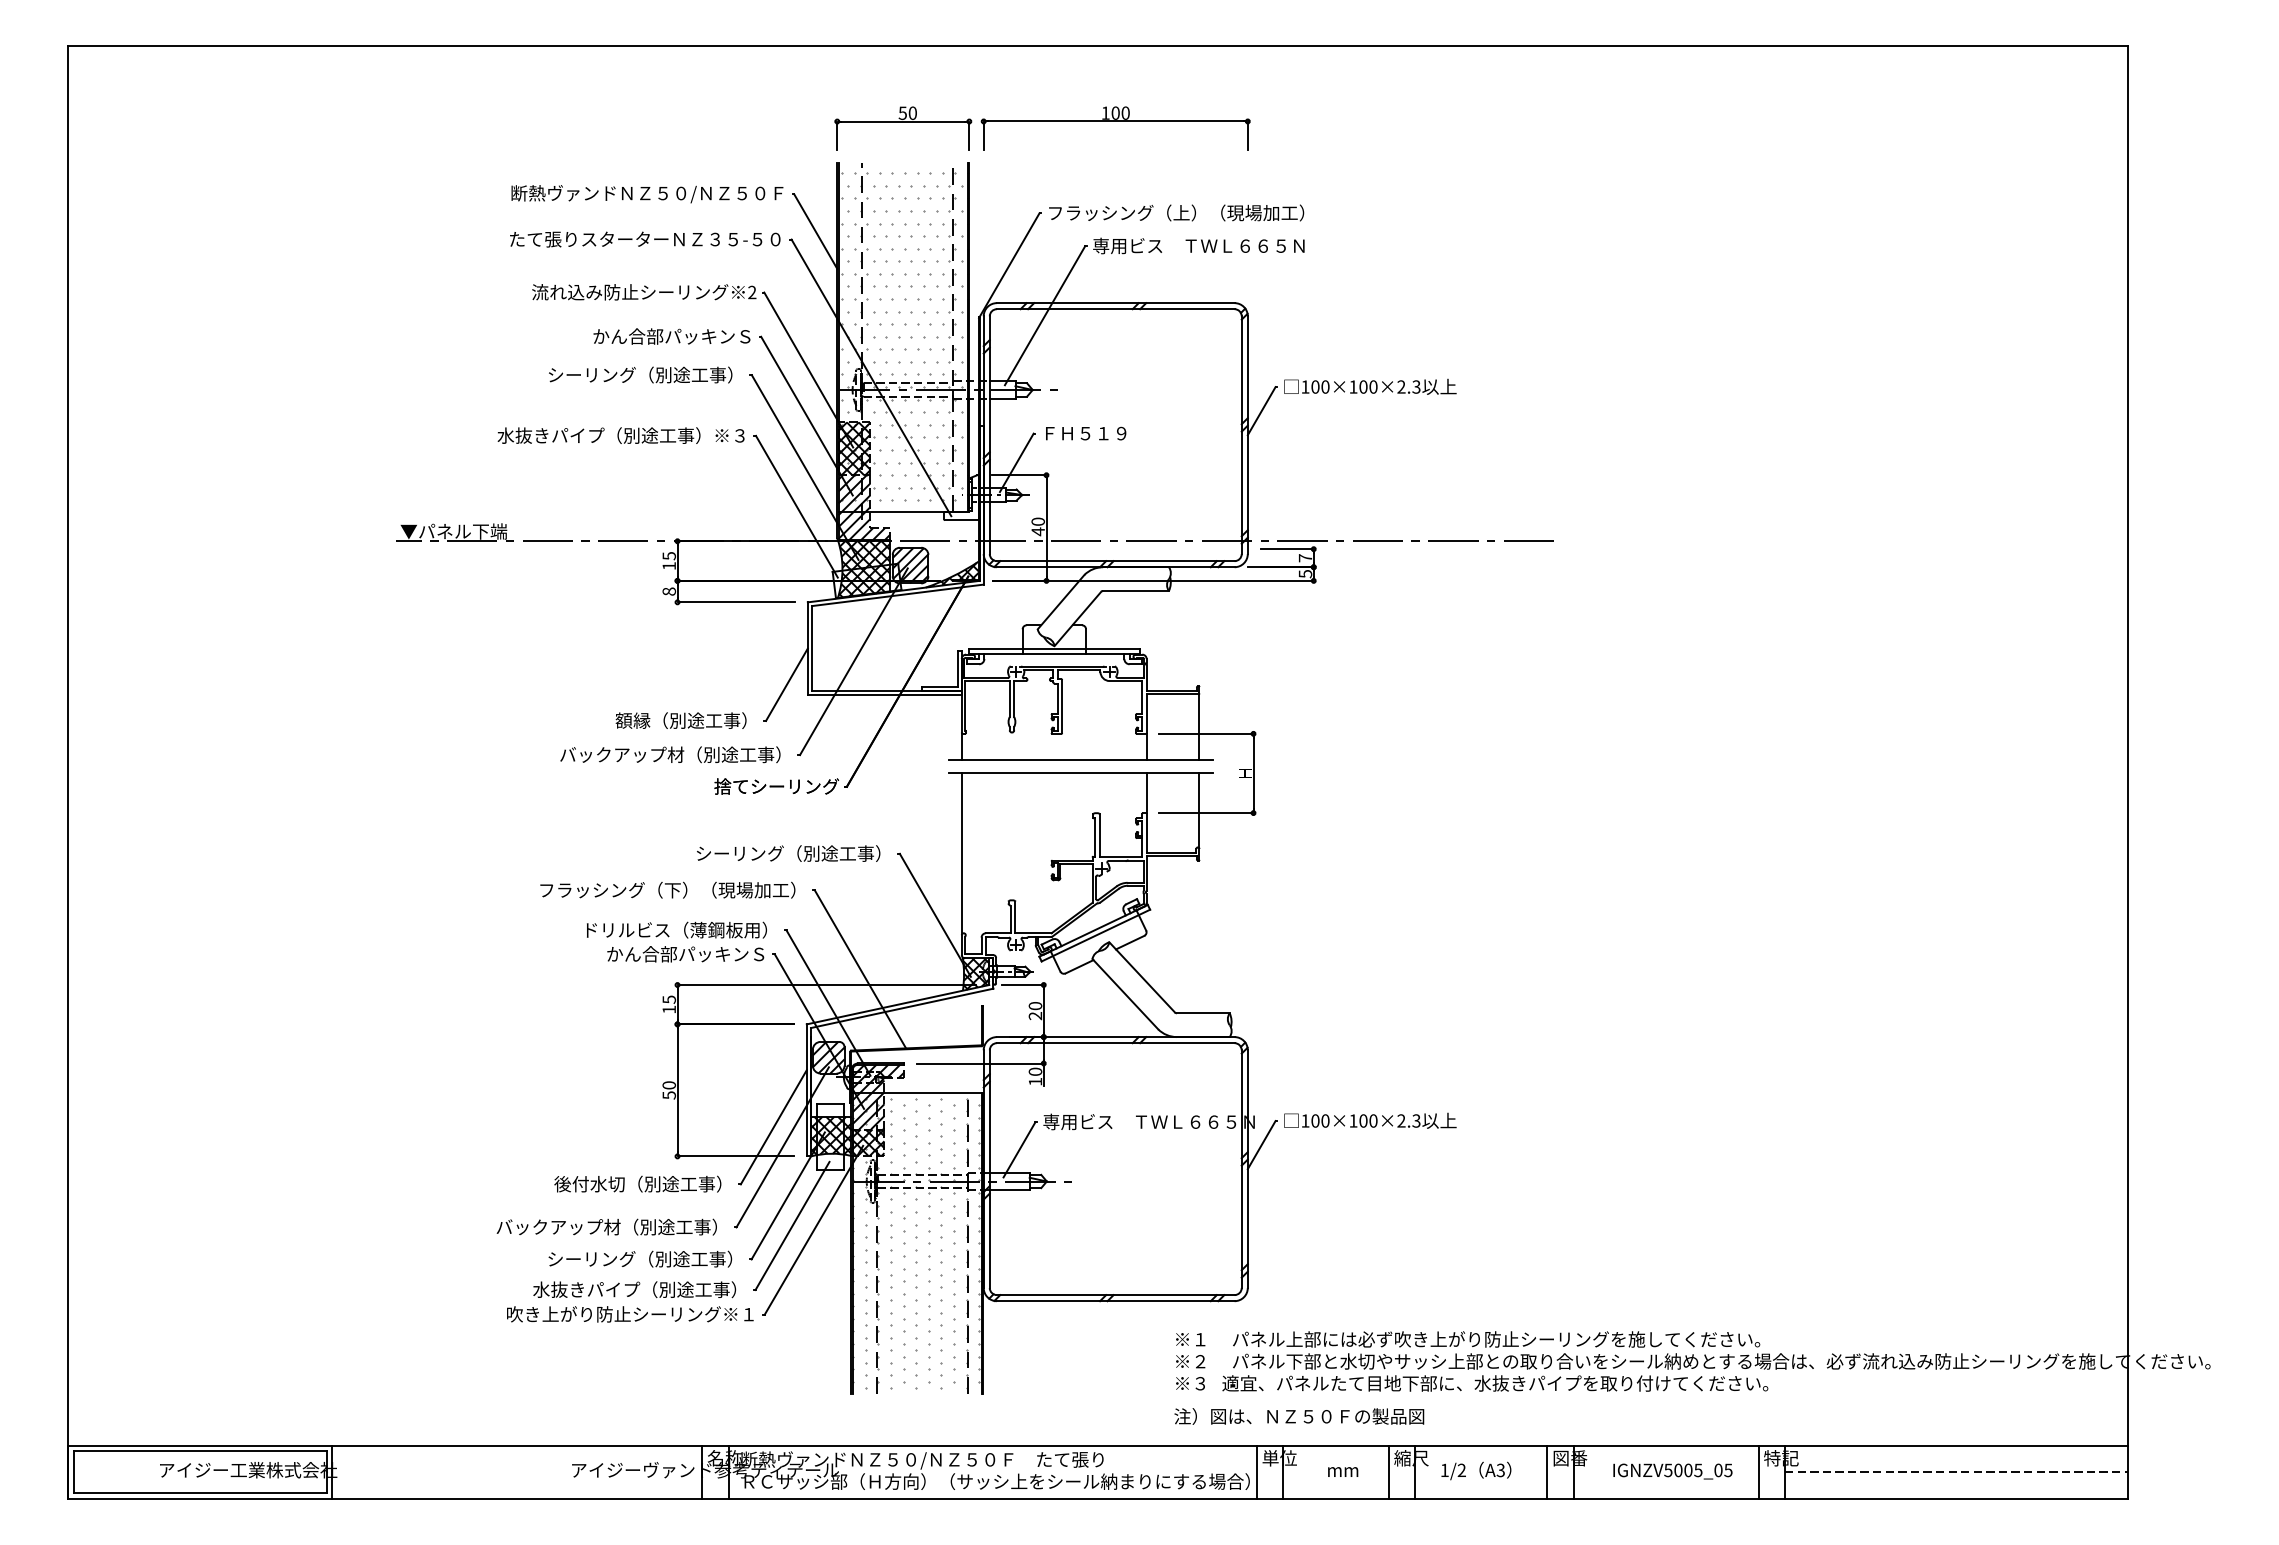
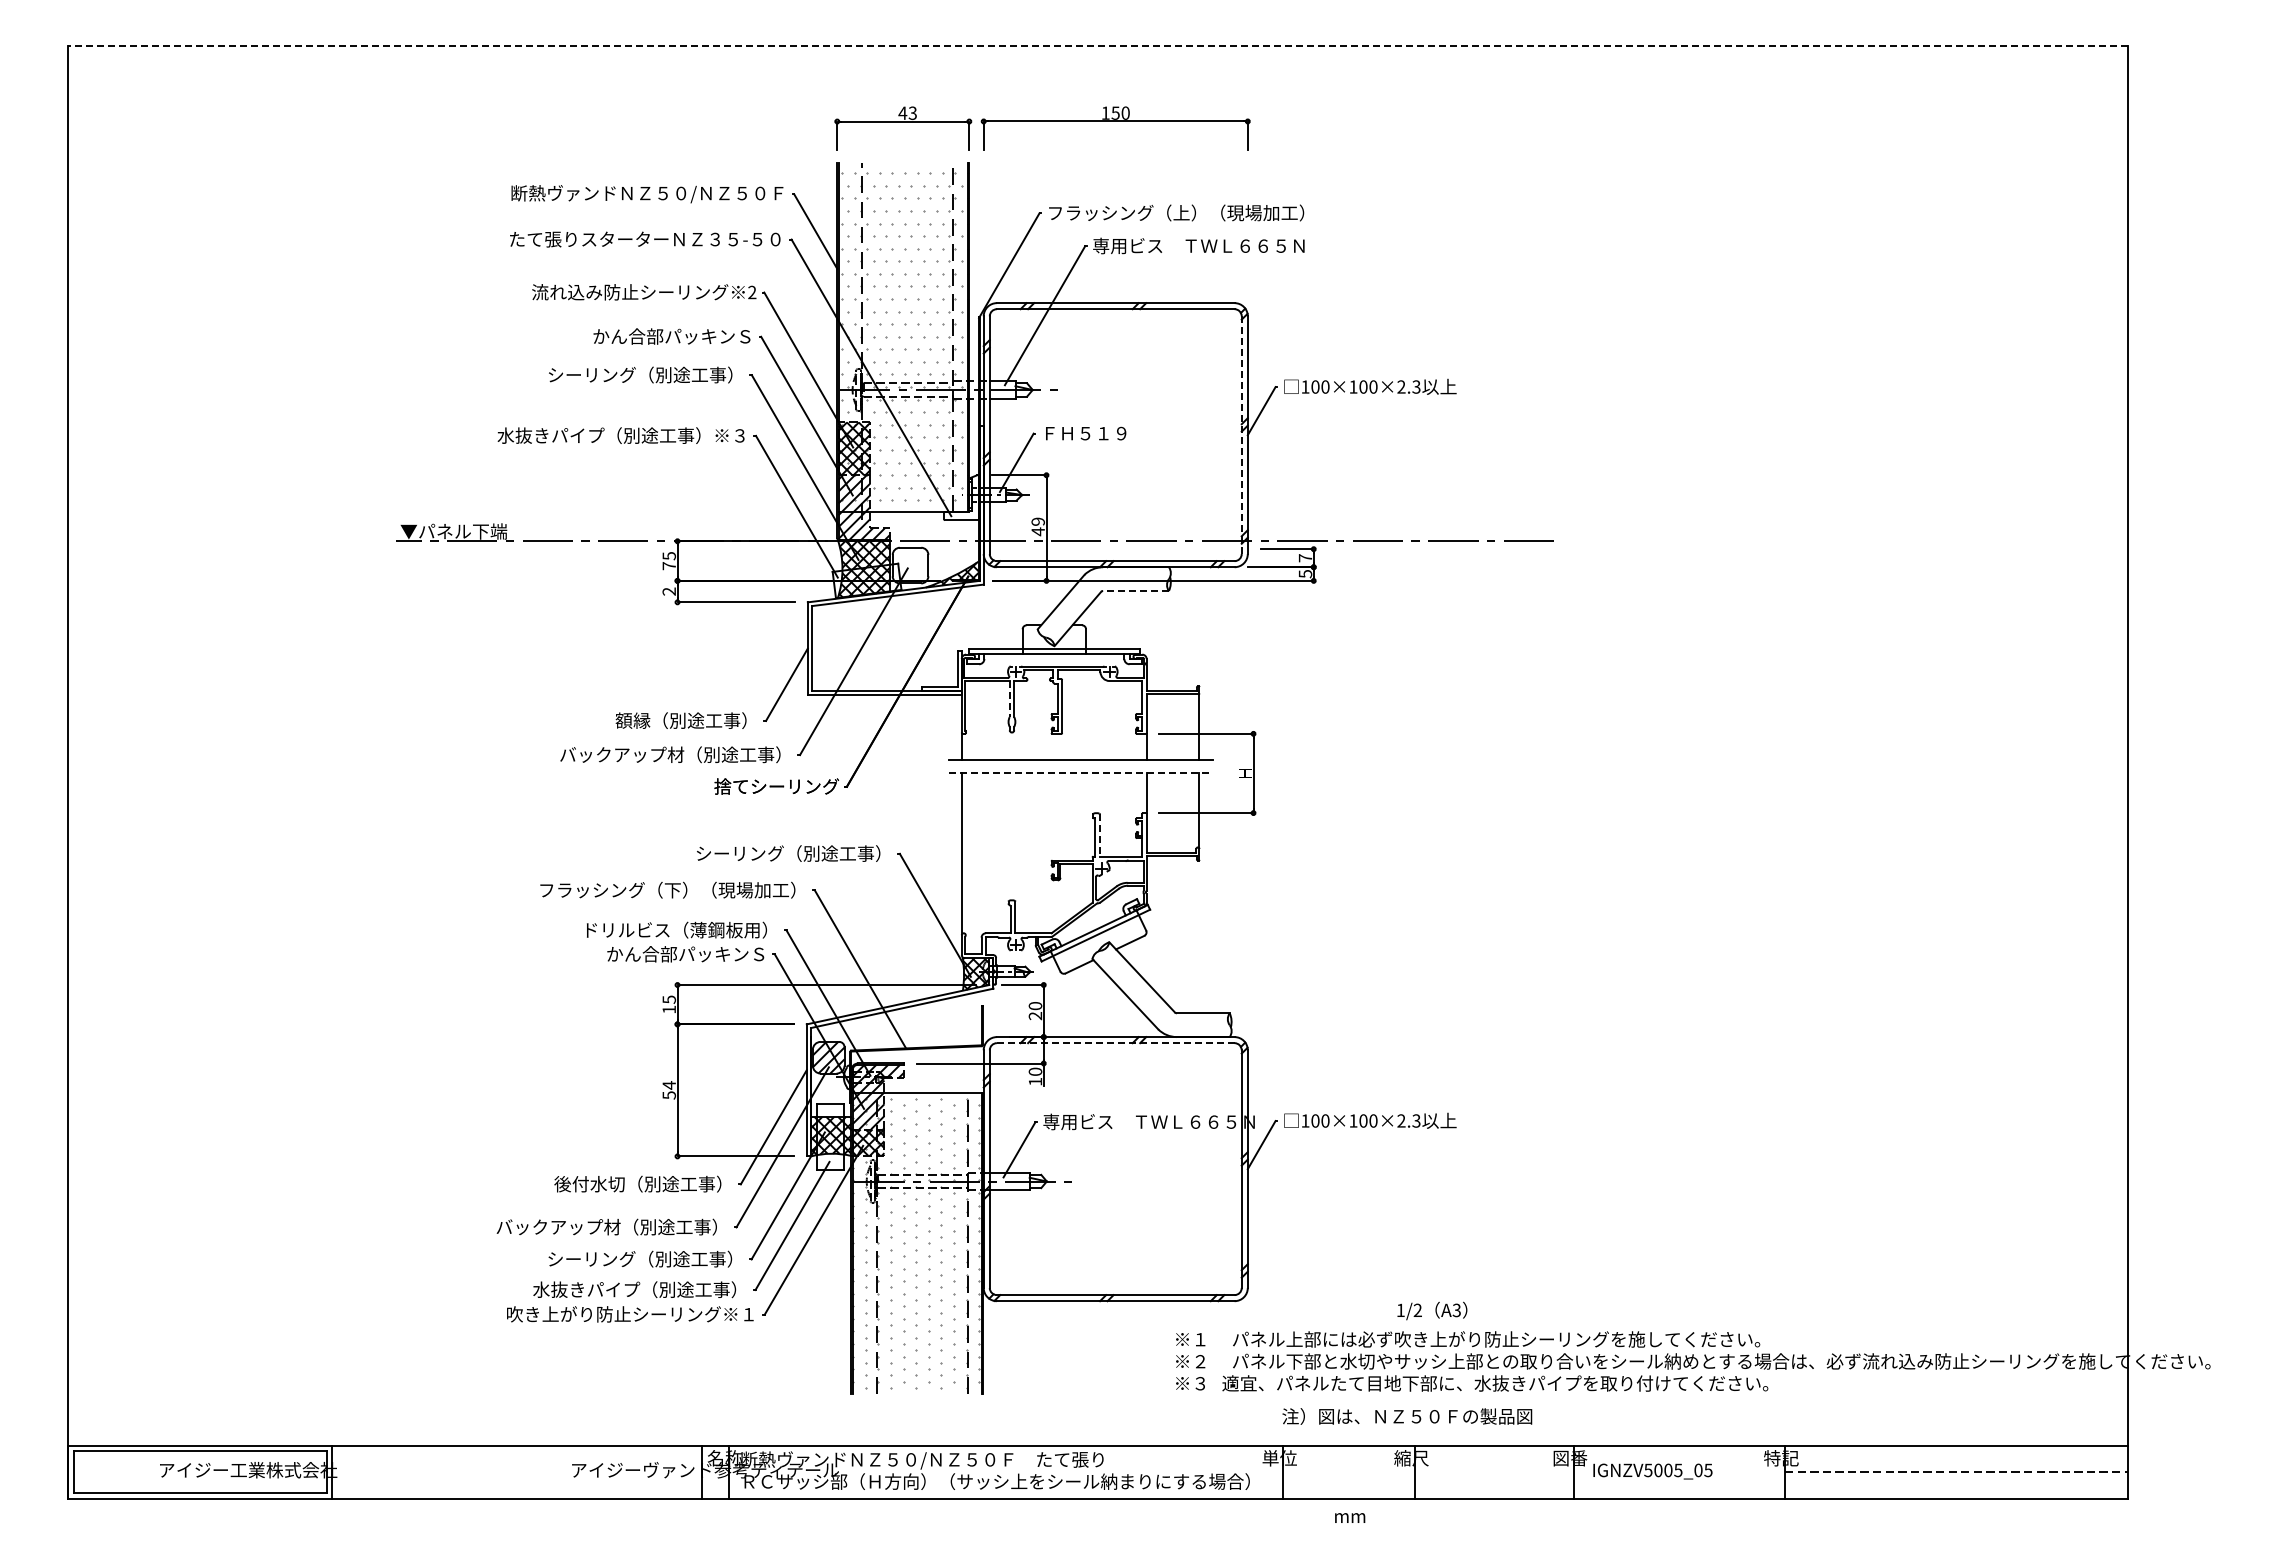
line at (1098, 46): solid -> dashed
text at (1115, 112): 100 -> 150
text at (907, 113): 50 -> 43
line at (1241, 435): solid -> dashed
text at (1037, 521): 40 -> 49
hatch at (910, 565): present -> none
text at (668, 566): 15 -> 75
text at (669, 591): 8 -> 2
line at (1136, 591): solid -> dashed
line at (1009, 699): solid -> dashed
line at (1081, 773): solid -> dashed
line at (1099, 836): solid -> dashed
line at (1115, 1043): solid -> dashed
text at (669, 1085): 50 -> 54
text at (1299, 1416) position: (1299, 1416) -> (1407, 1416)
text at (1476, 1470) position: (1476, 1470) -> (1432, 1310)
line at (1256, 1471): present -> none
text at (1343, 1471) position: (1343, 1471) -> (1350, 1517)
line at (1388, 1471): present -> none
line at (1547, 1471): present -> none
text at (1672, 1471) position: (1672, 1471) -> (1652, 1471)
line at (1758, 1471): present -> none
